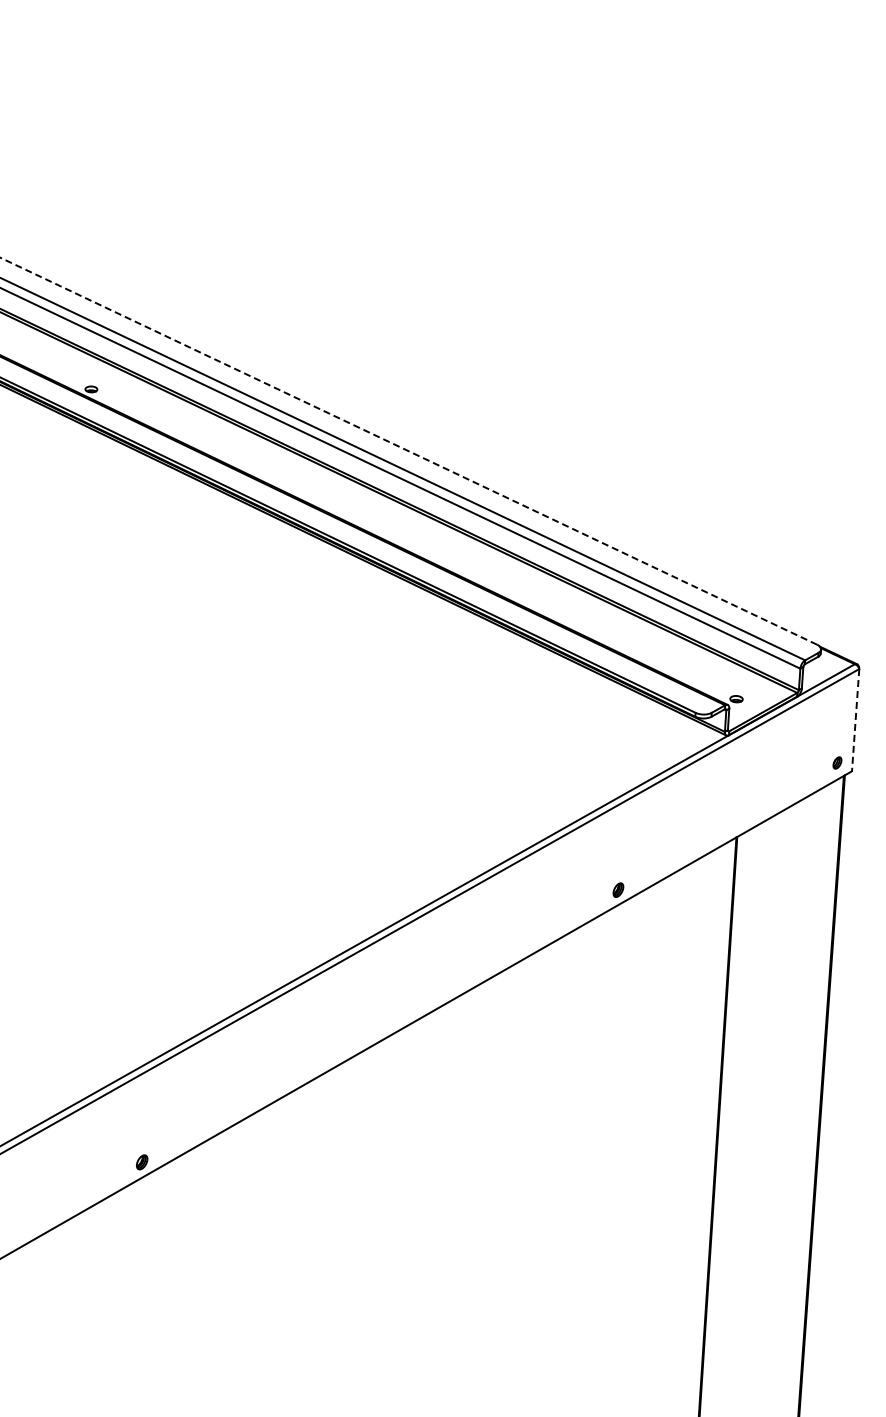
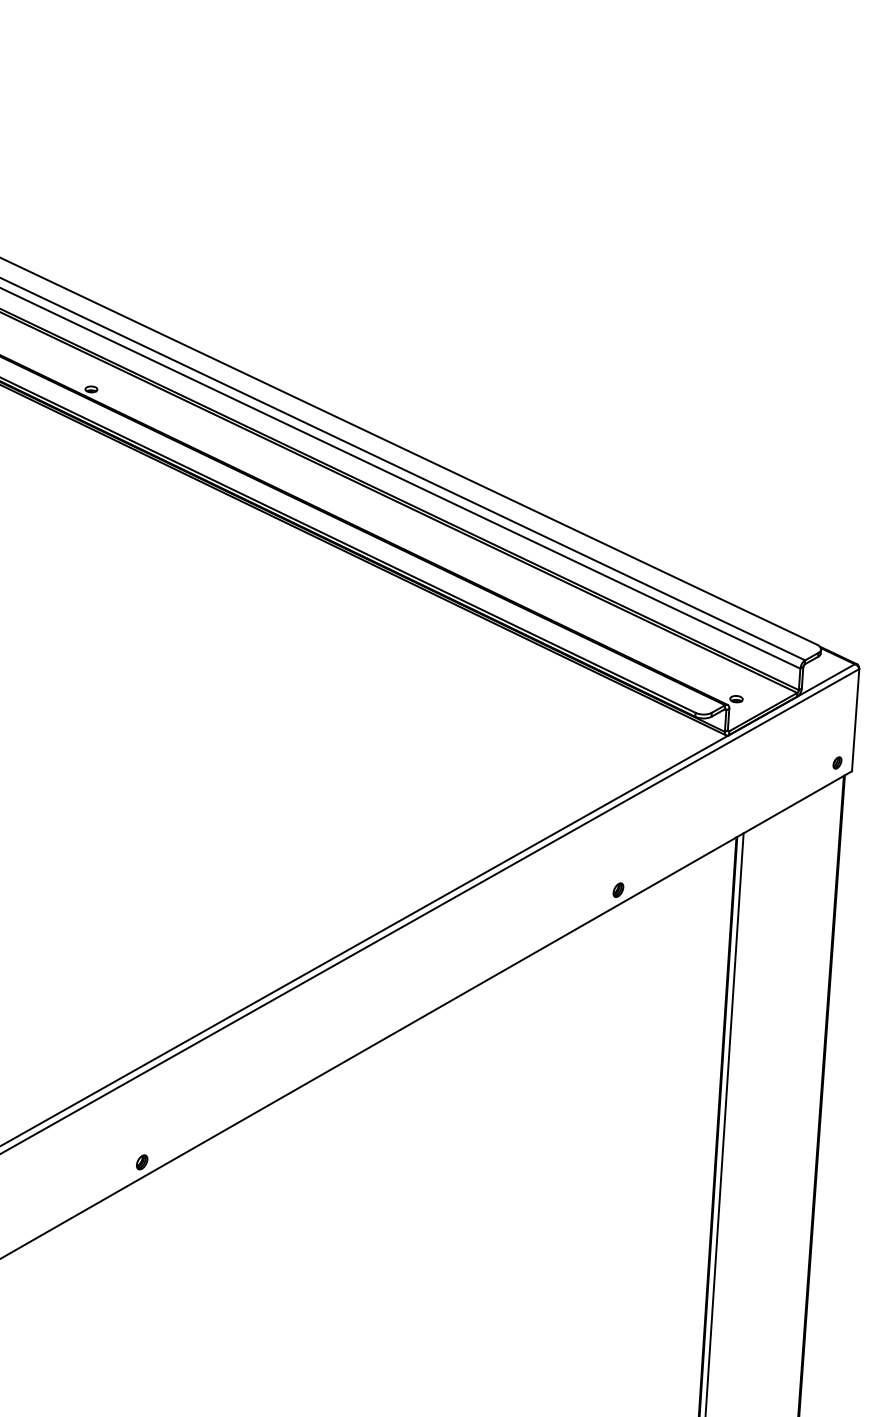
line at (408, 451): dashed -> solid
line at (855, 720): dashed -> solid
line at (724, 1123): none -> present
